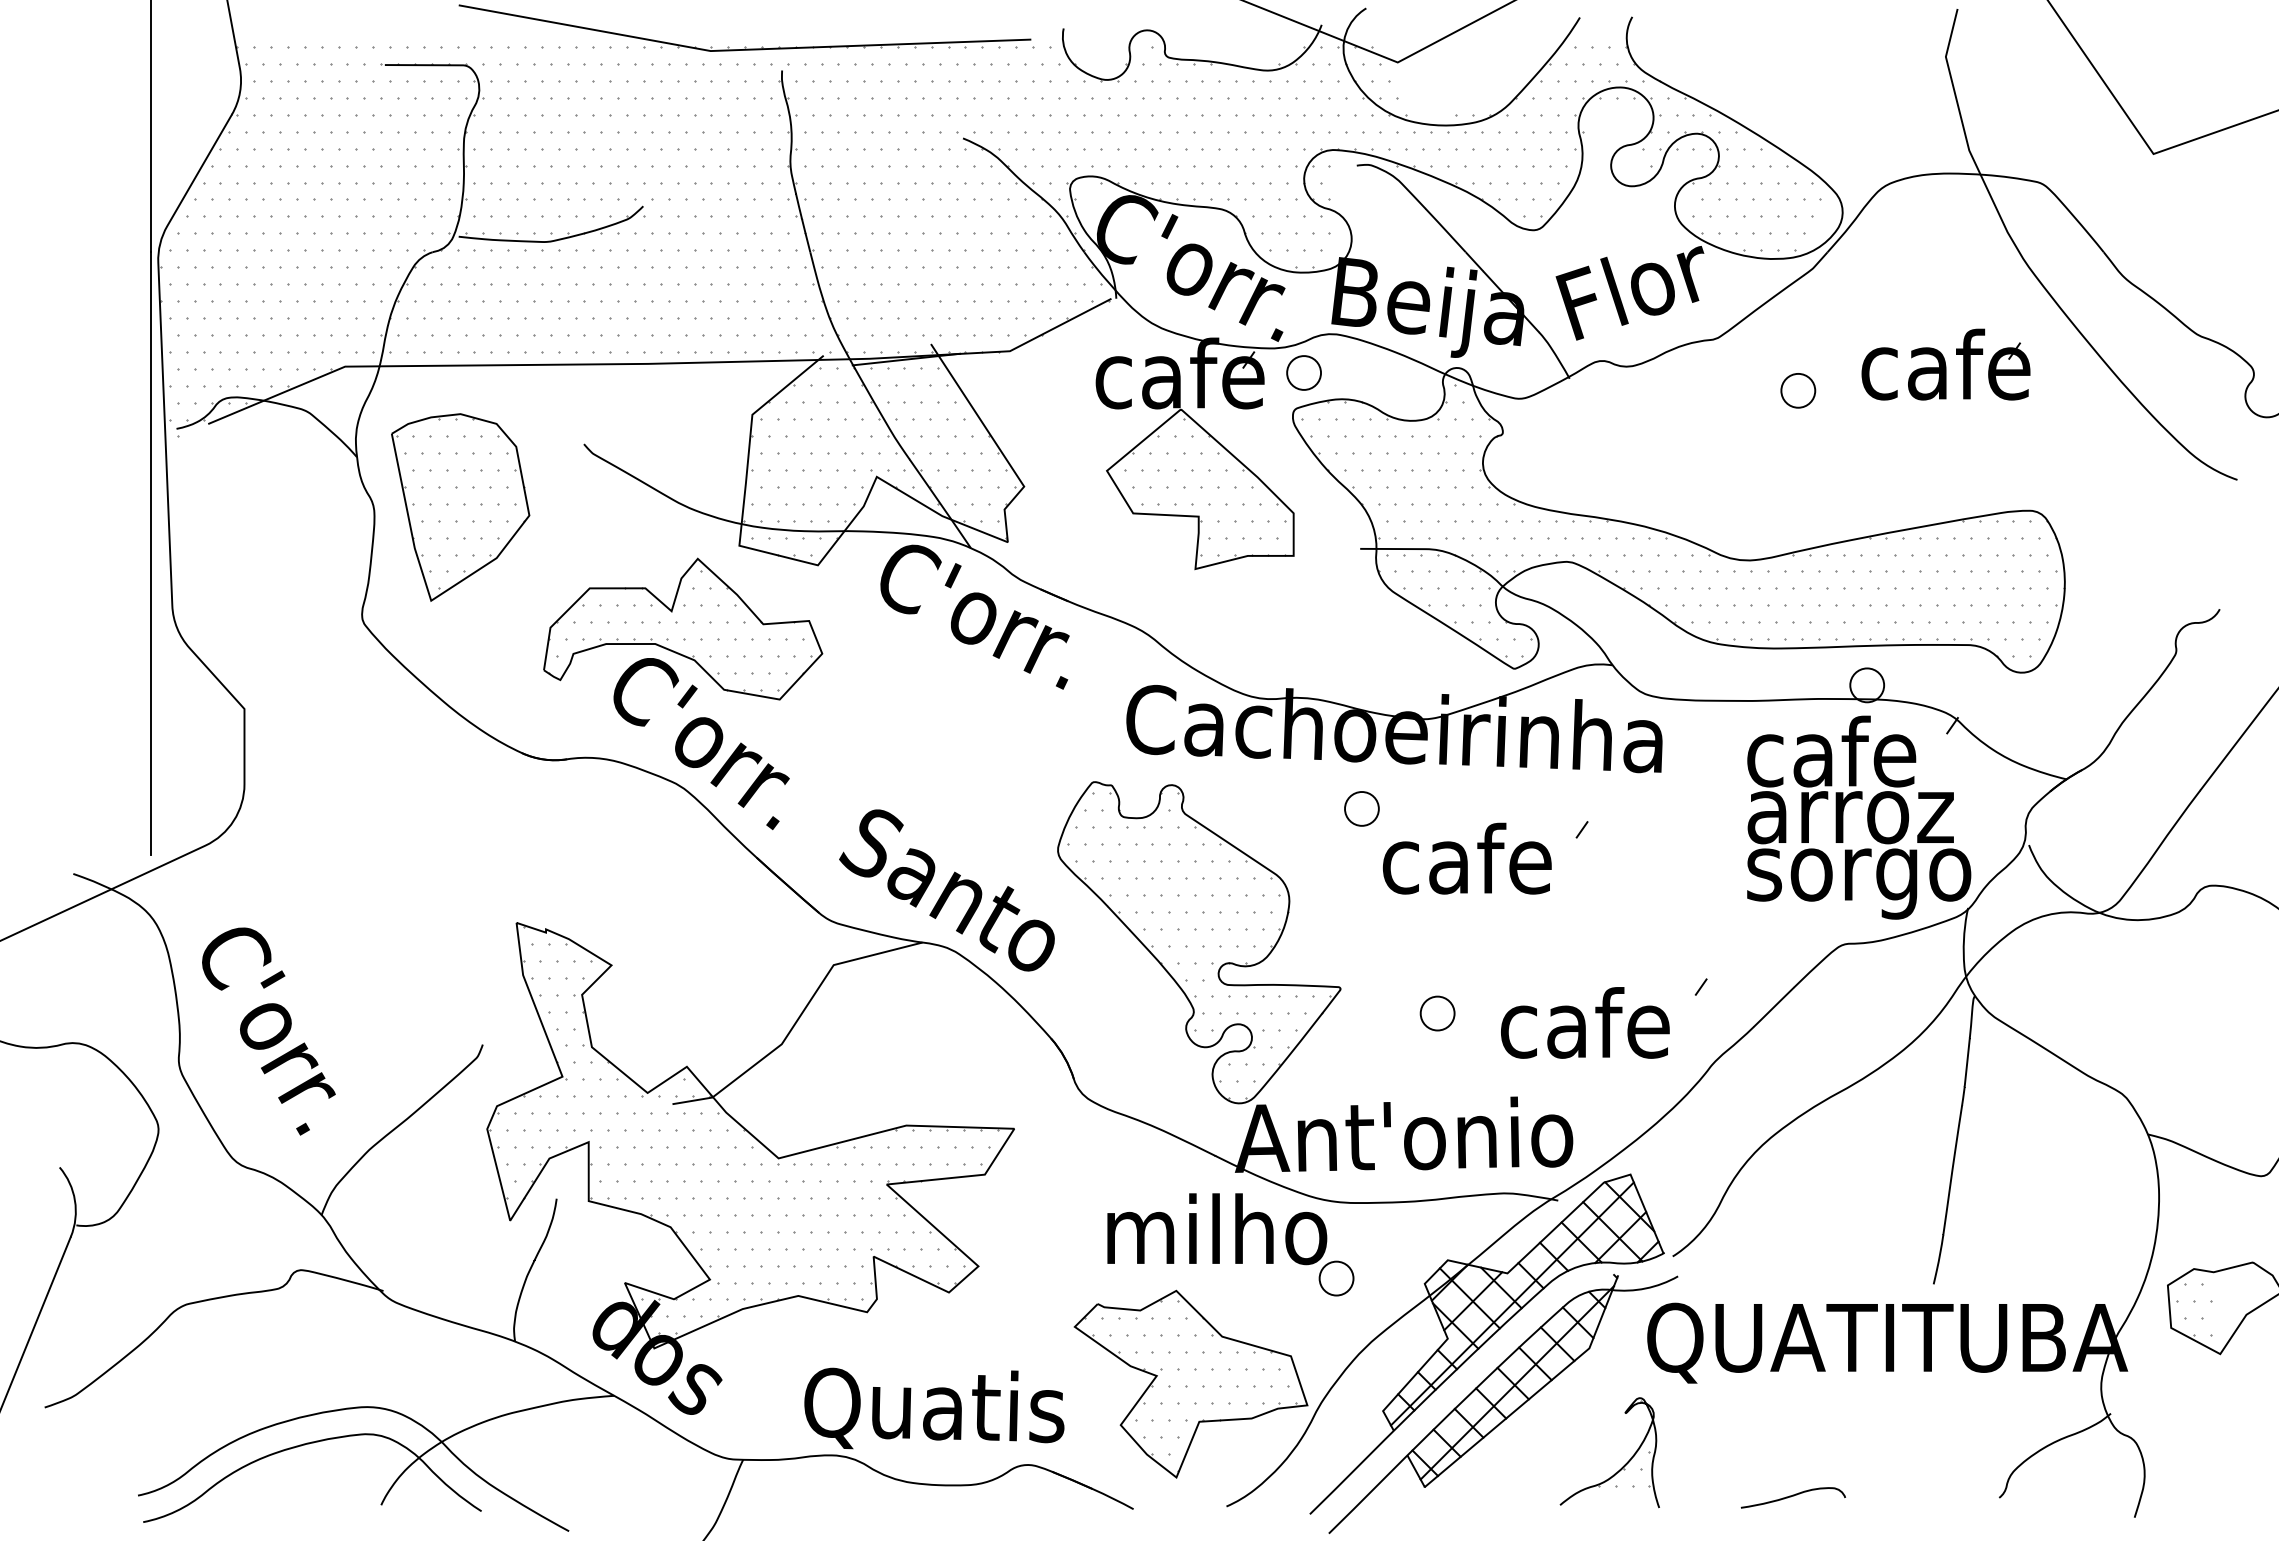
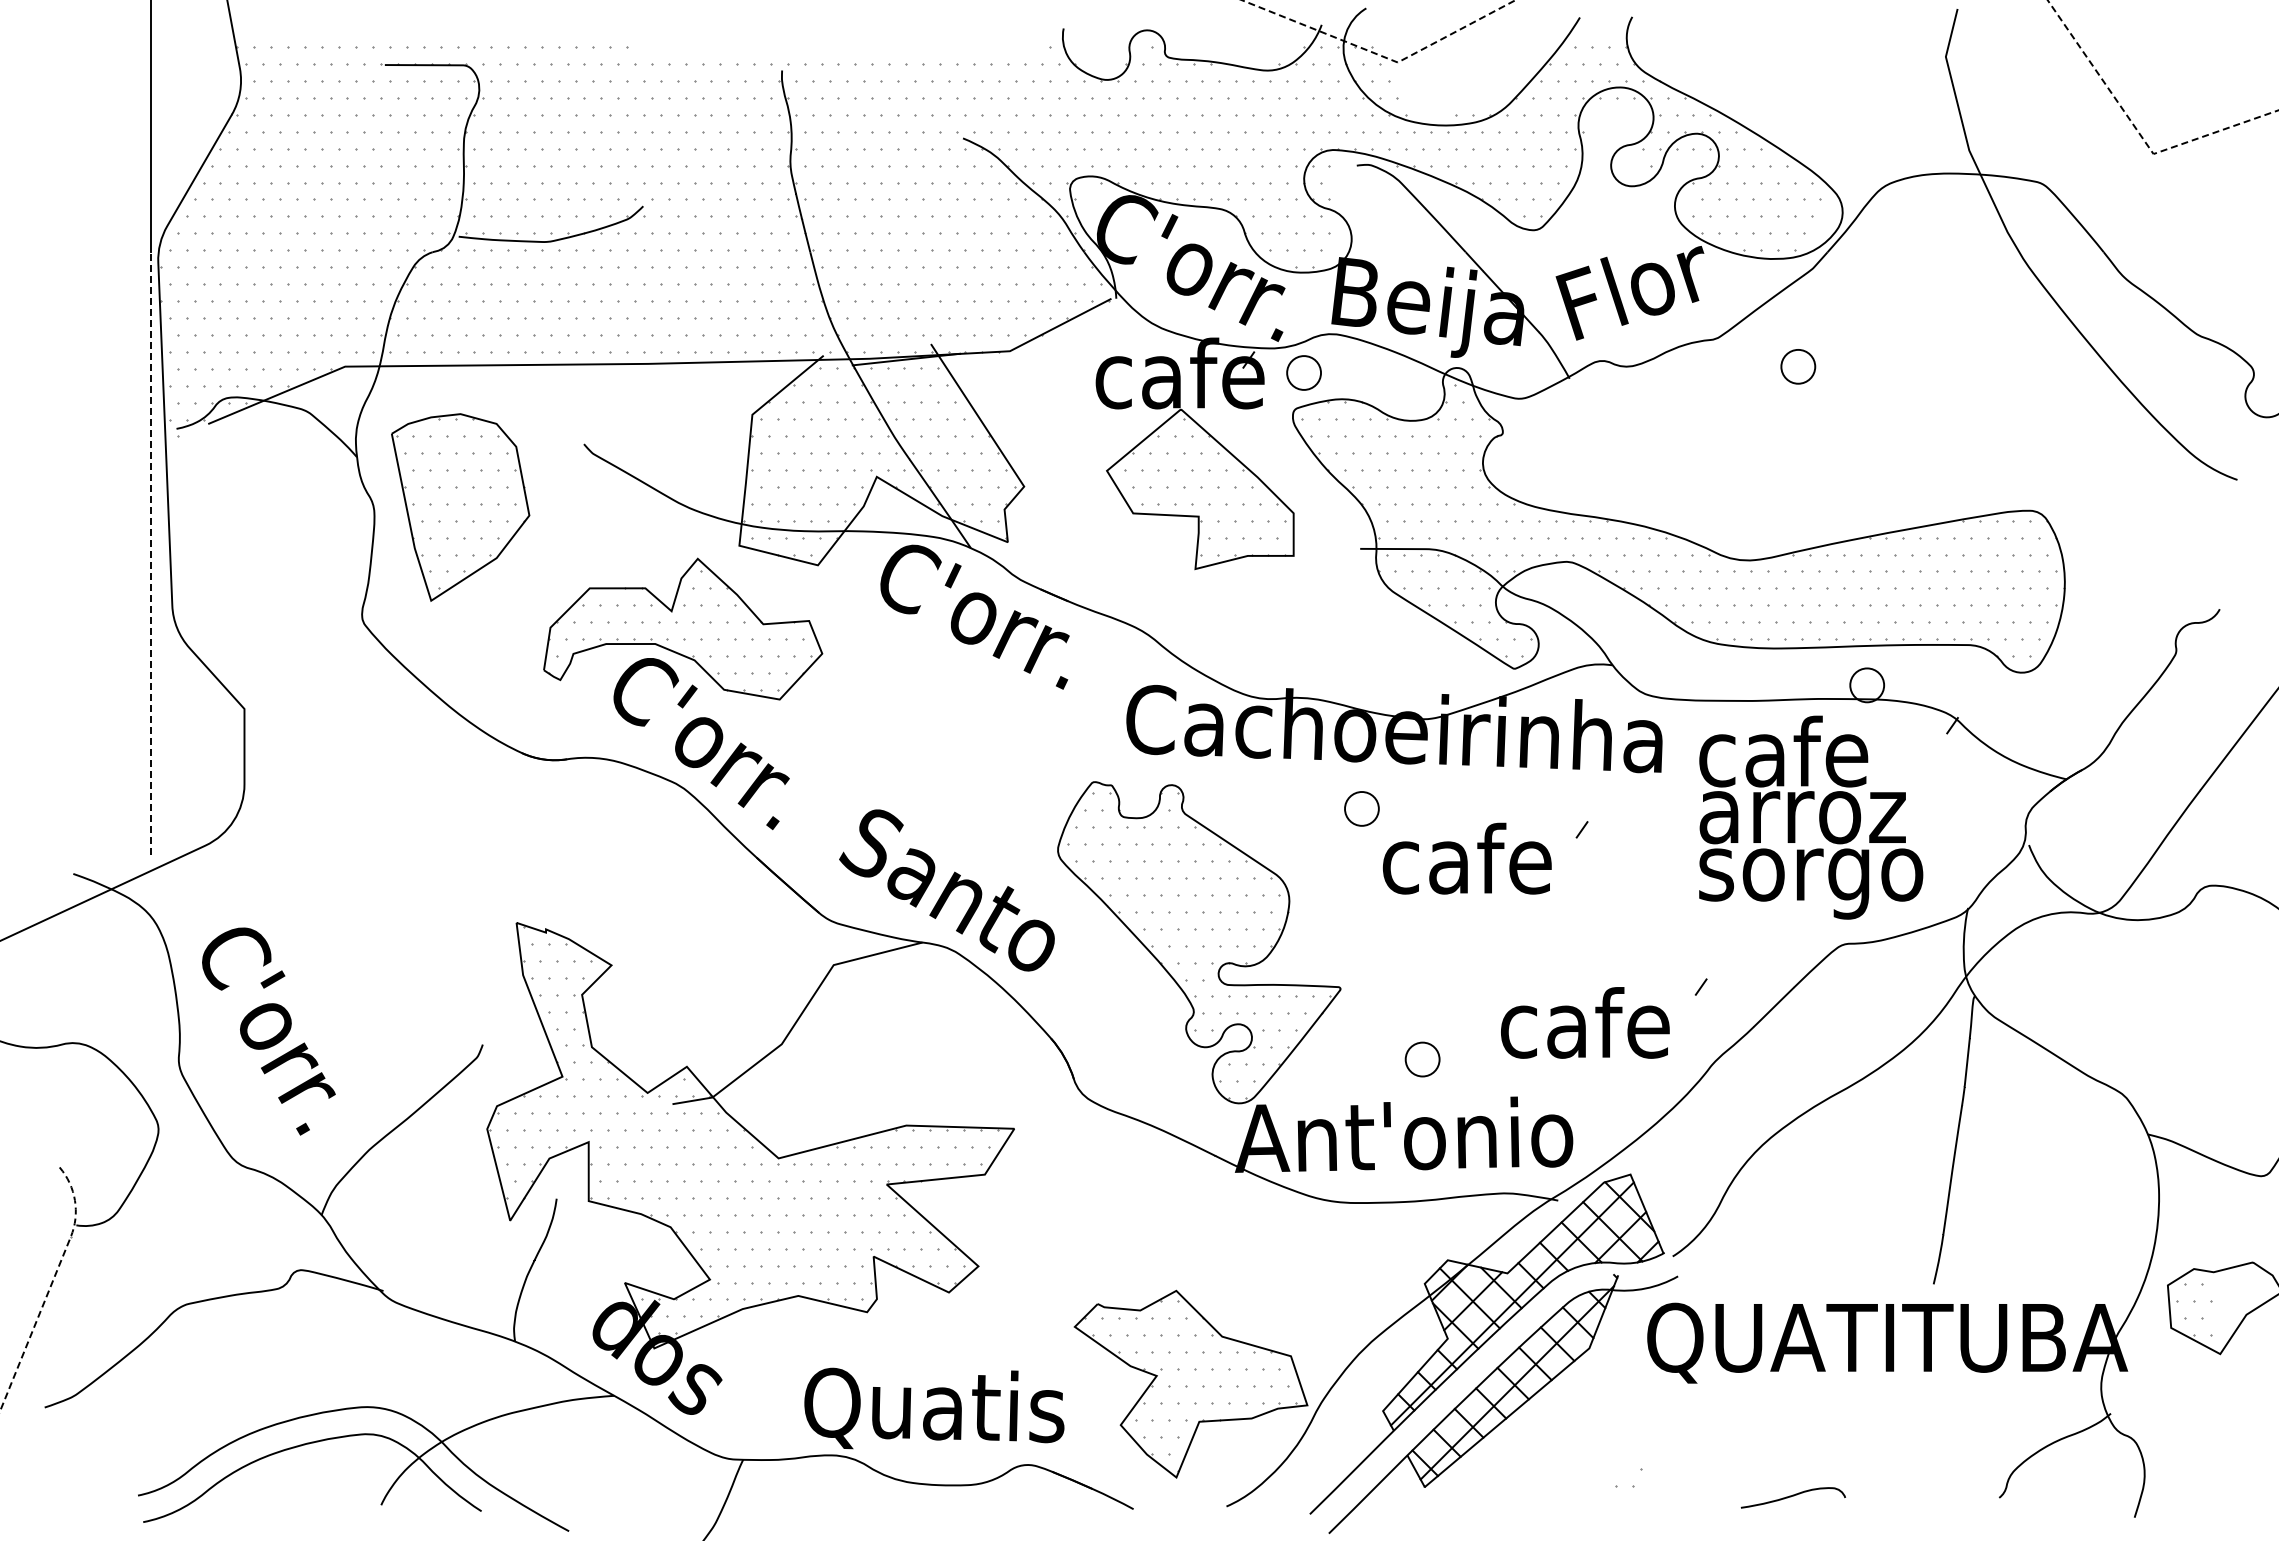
part at (745, 46): present -> none
line at (1381, 56): solid -> dashed
line at (2138, 131): solid -> dashed
part at (1945, 364): present -> none
part at (1798, 390) position: (1798, 390) -> (1798, 366)
line at (150, 552): solid -> dashed
text at (1859, 817) position: (1859, 817) -> (1811, 817)
part at (1437, 1013) position: (1437, 1013) -> (1422, 1059)
part at (1230, 1244): present -> none
line at (52, 1282): solid -> dashed
part at (1623, 1465): present -> none
